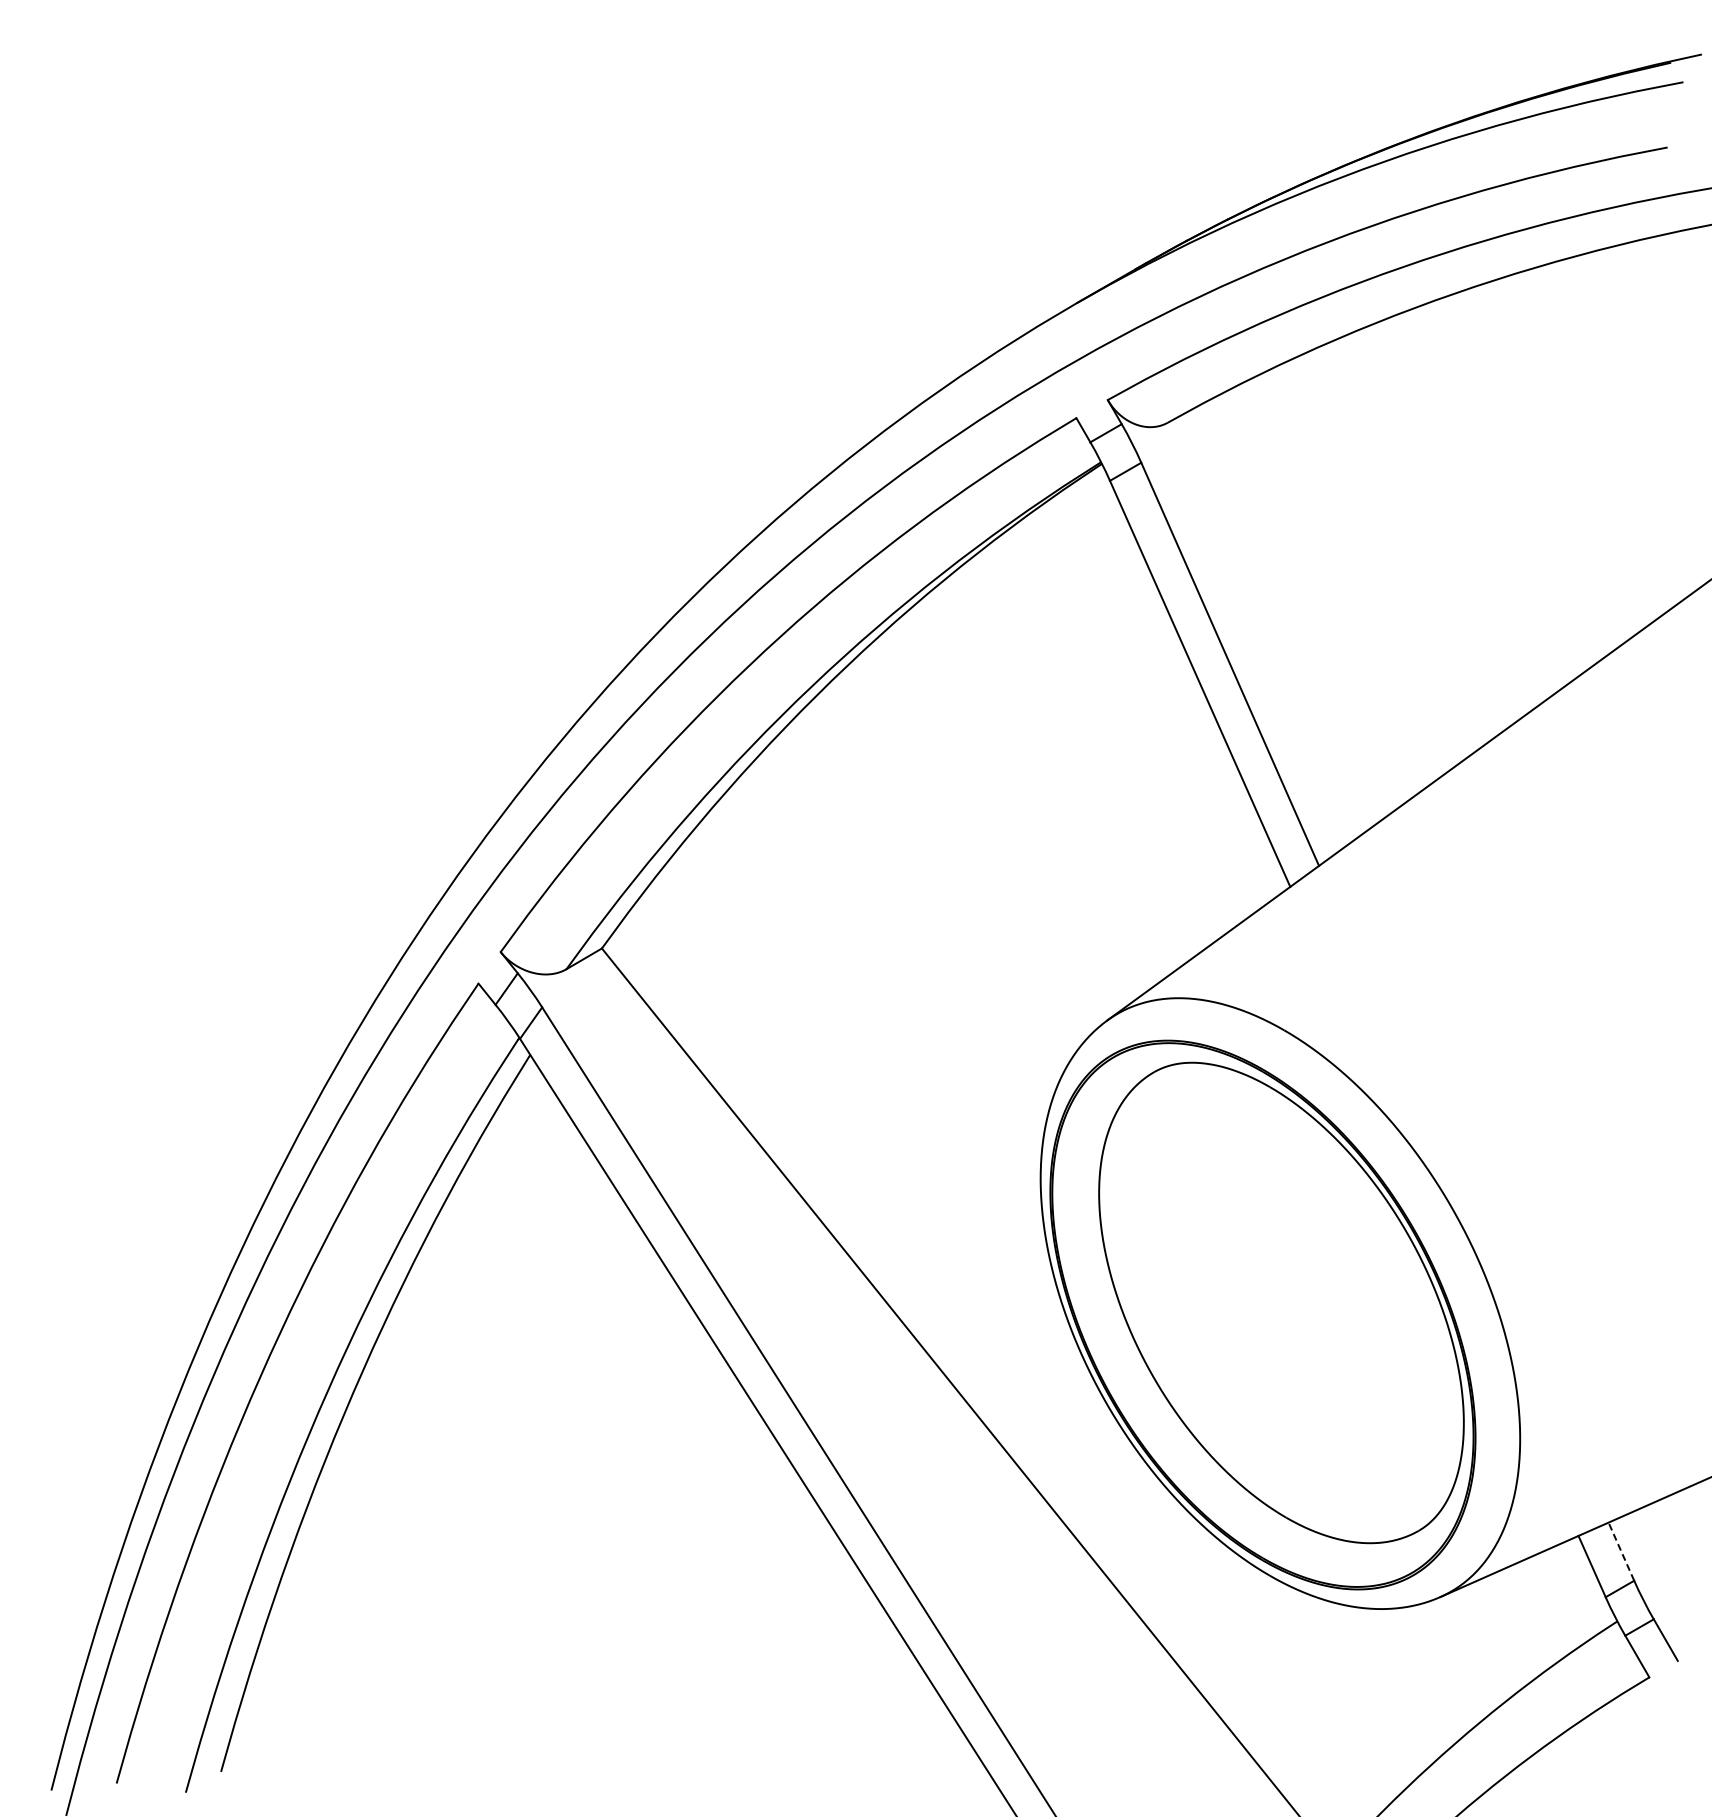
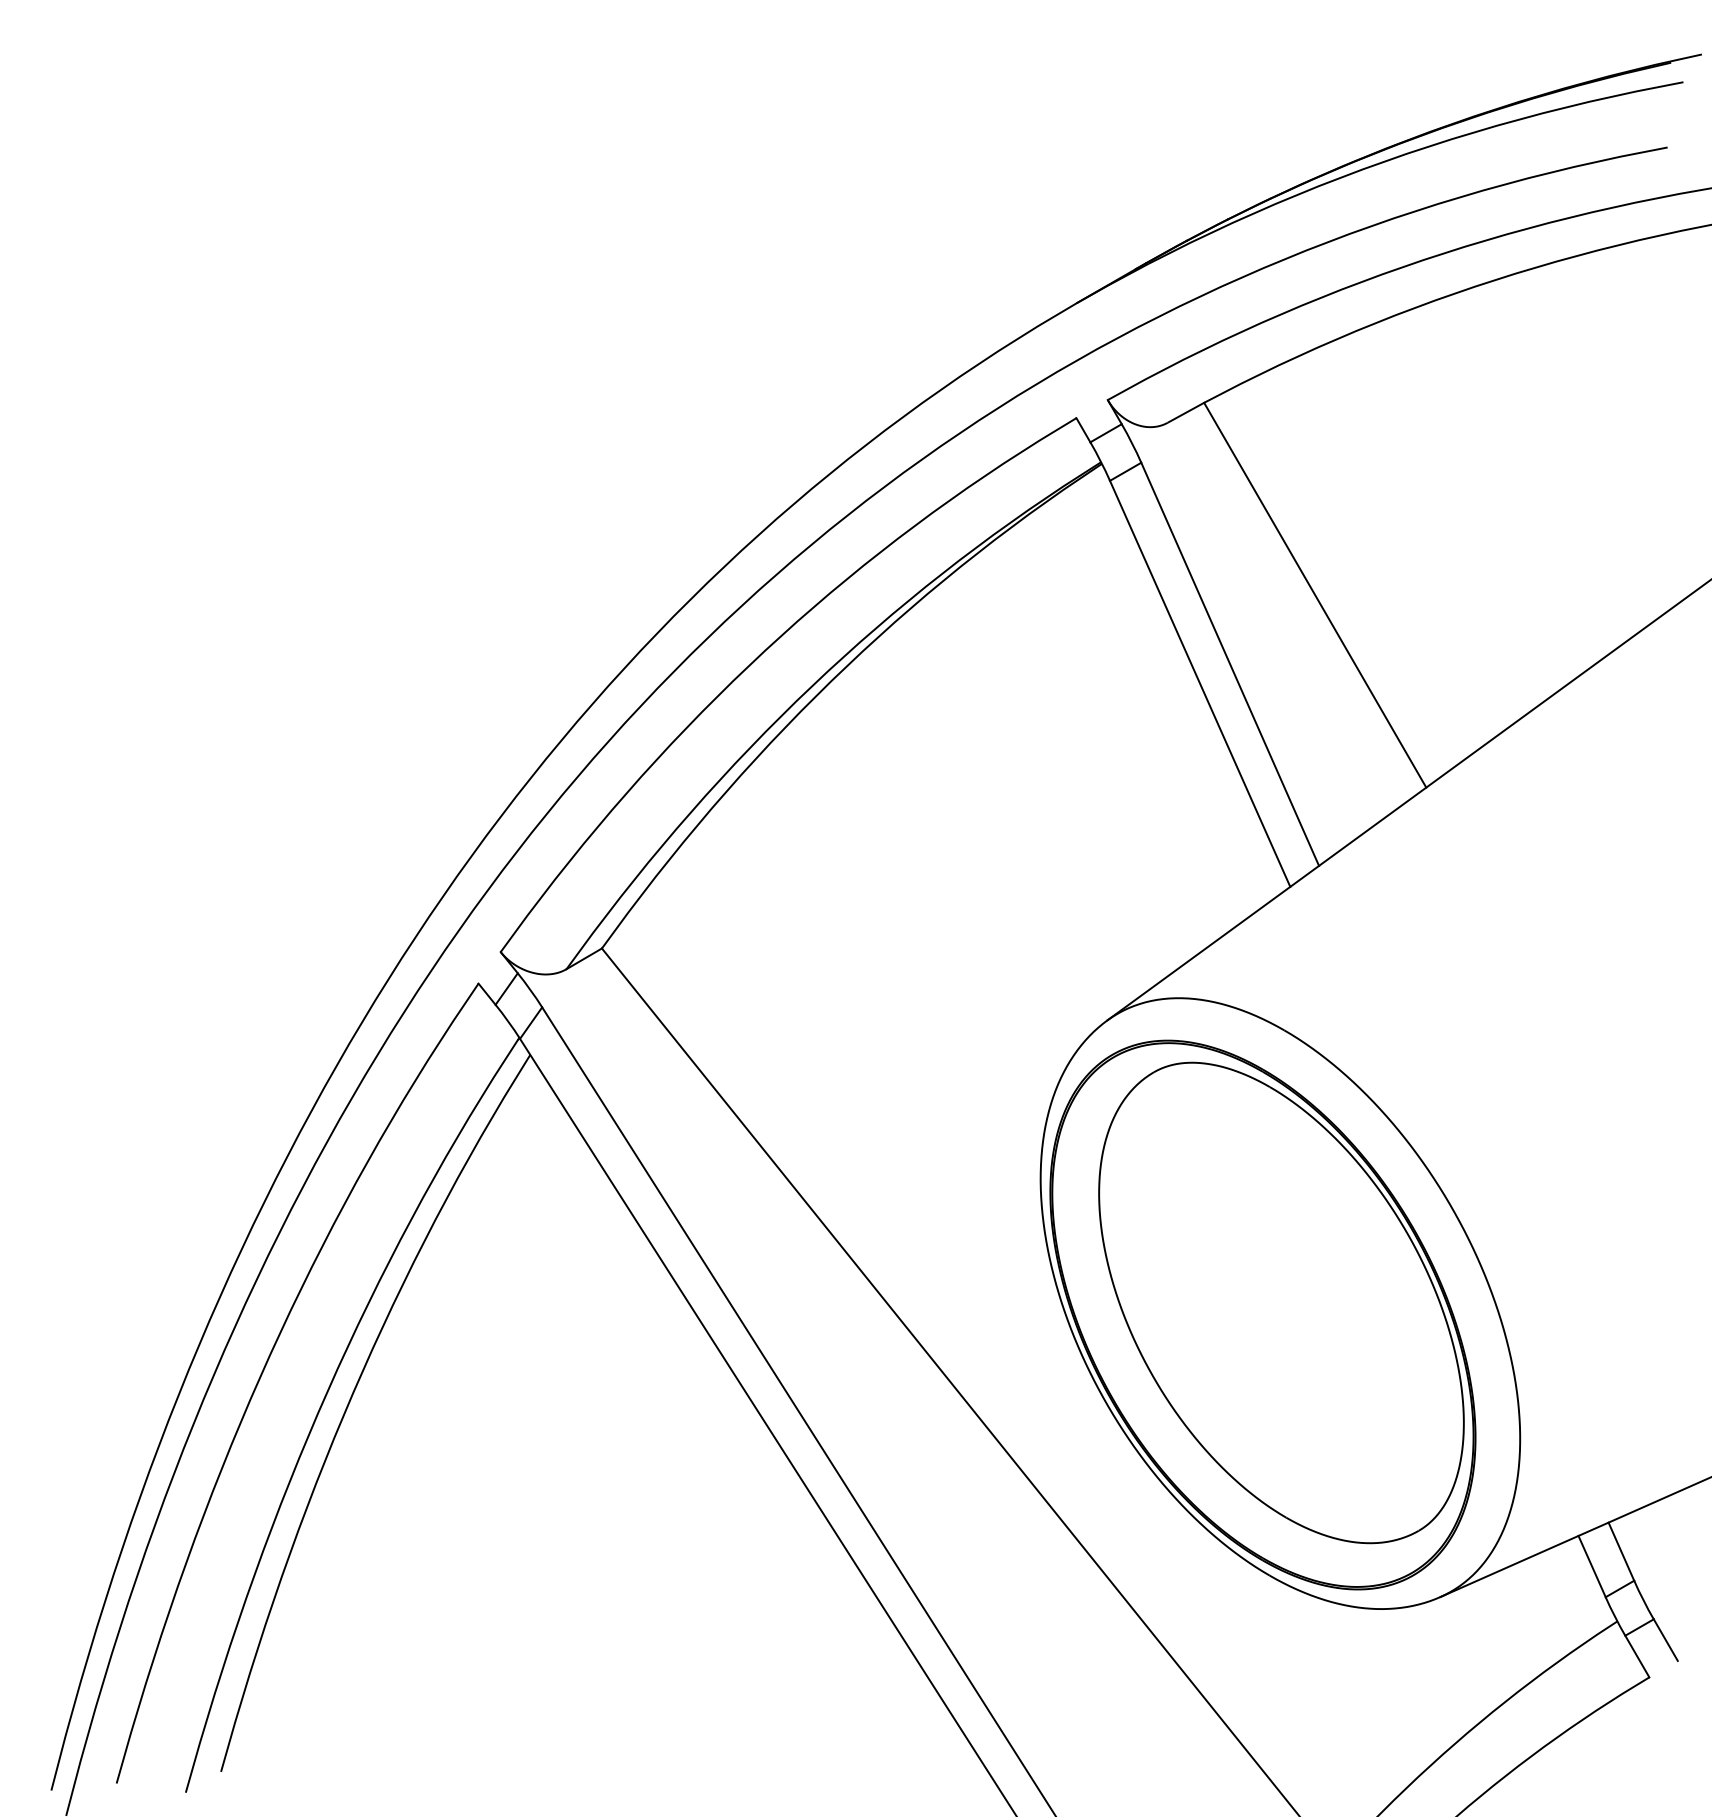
line at (1315, 594): none -> present
line at (1621, 1551): dashed -> solid
